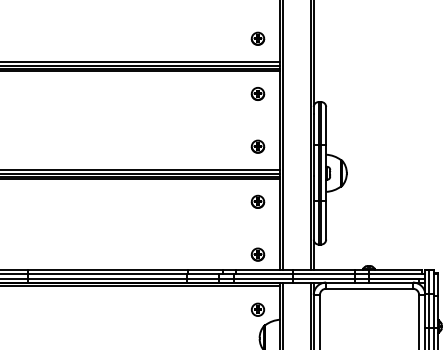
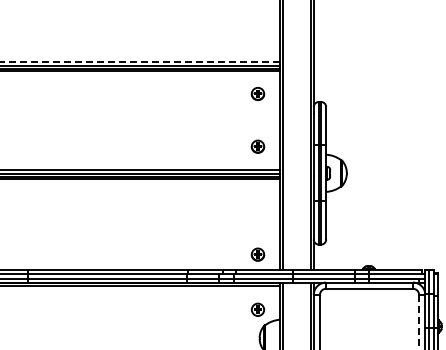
part at (257, 38): present -> none
line at (140, 61): solid -> dashed
part at (257, 201): present -> none
line at (419, 322): solid -> dashed
